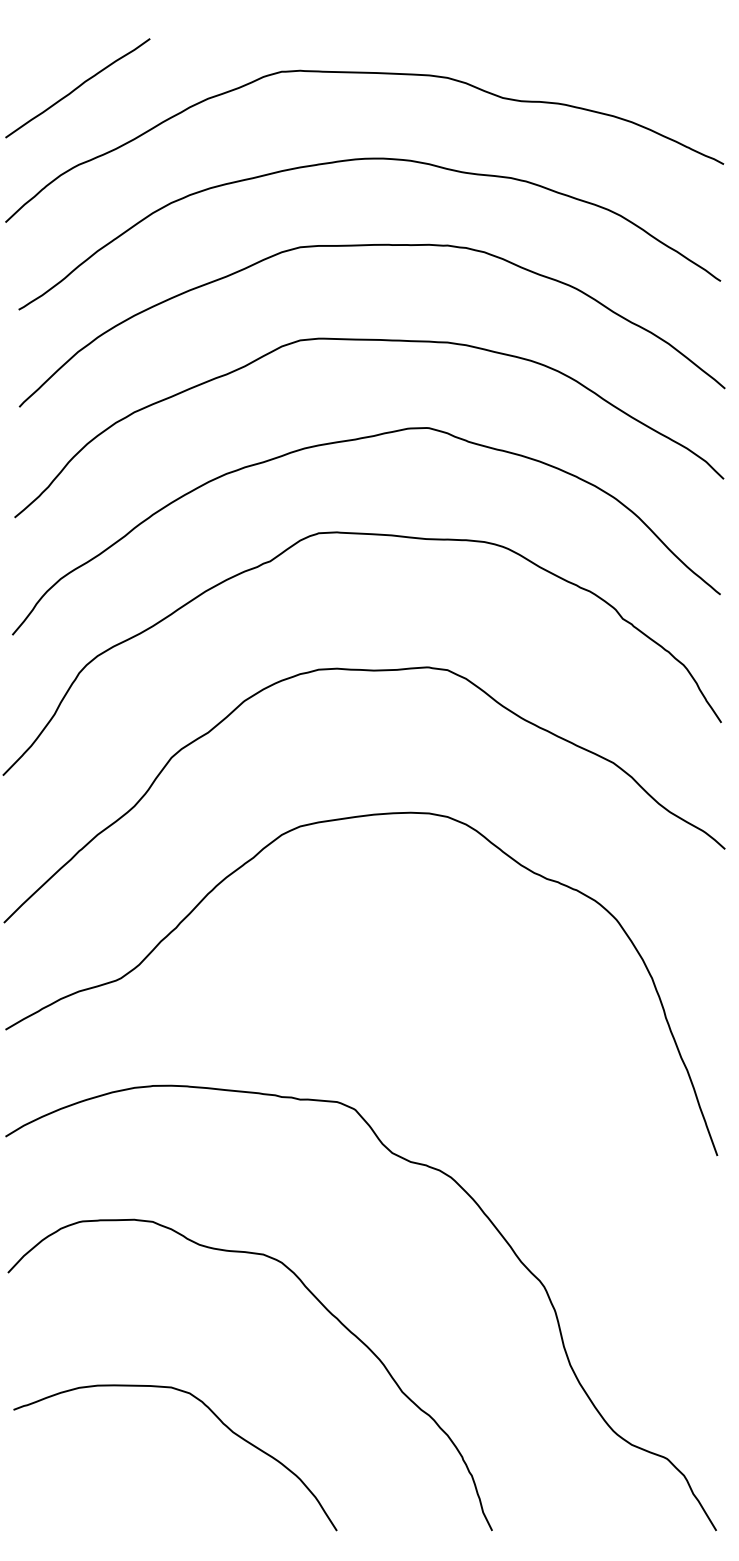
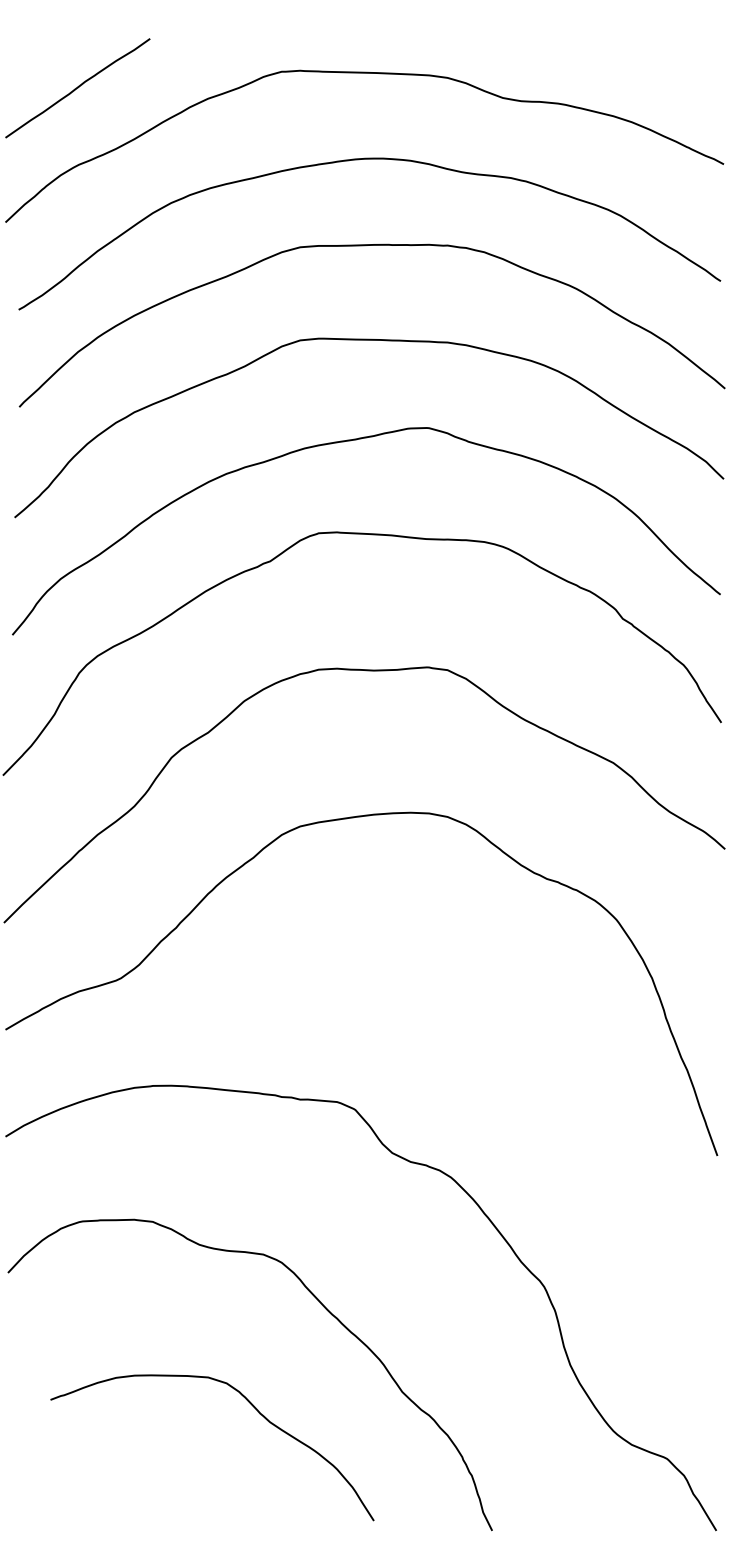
curve at (215, 1416) position: (215, 1416) -> (252, 1406)
